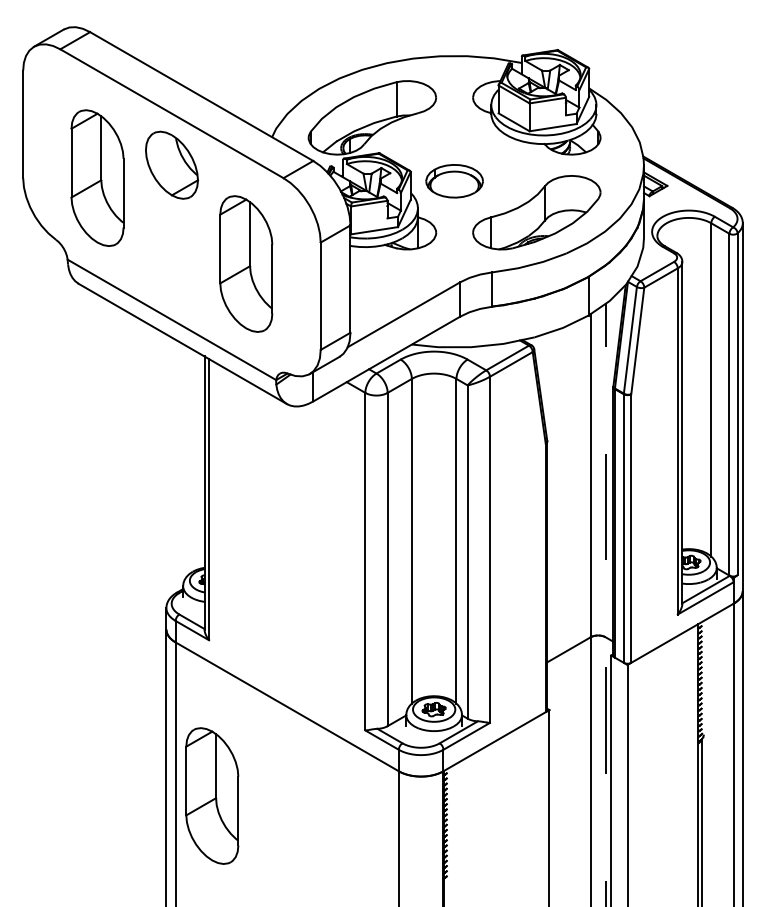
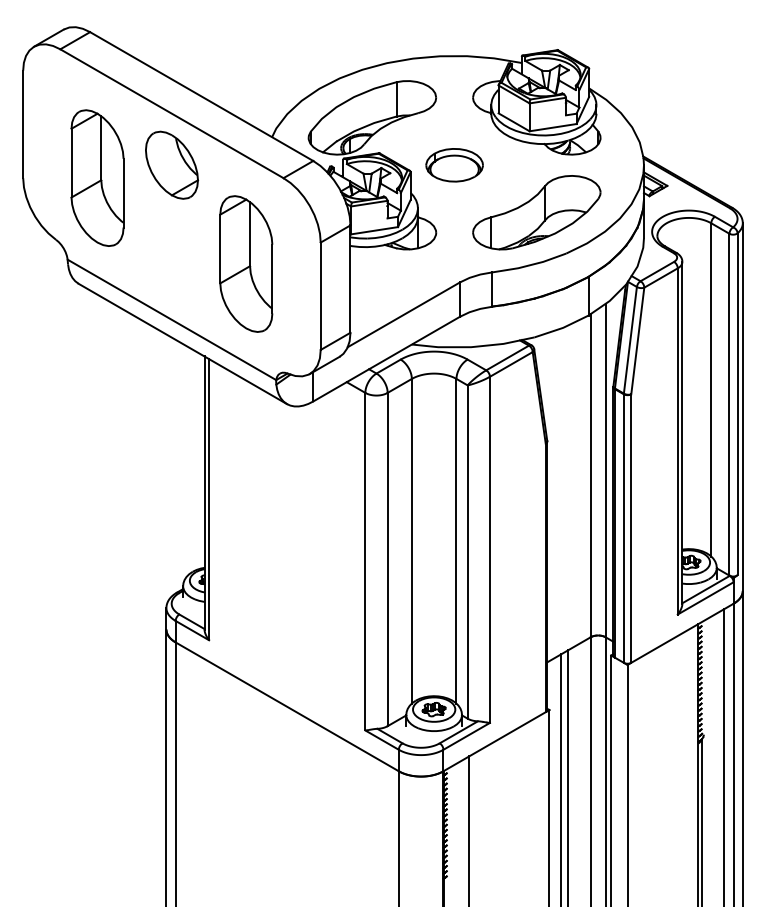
part at (454, 181) position: (454, 181) -> (454, 165)
line at (605, 604): dashed -> solid
line at (724, 756): none -> present
line at (568, 776): none -> present
line at (560, 778): none -> present
part at (212, 795): present -> none
line at (469, 829): none -> present
